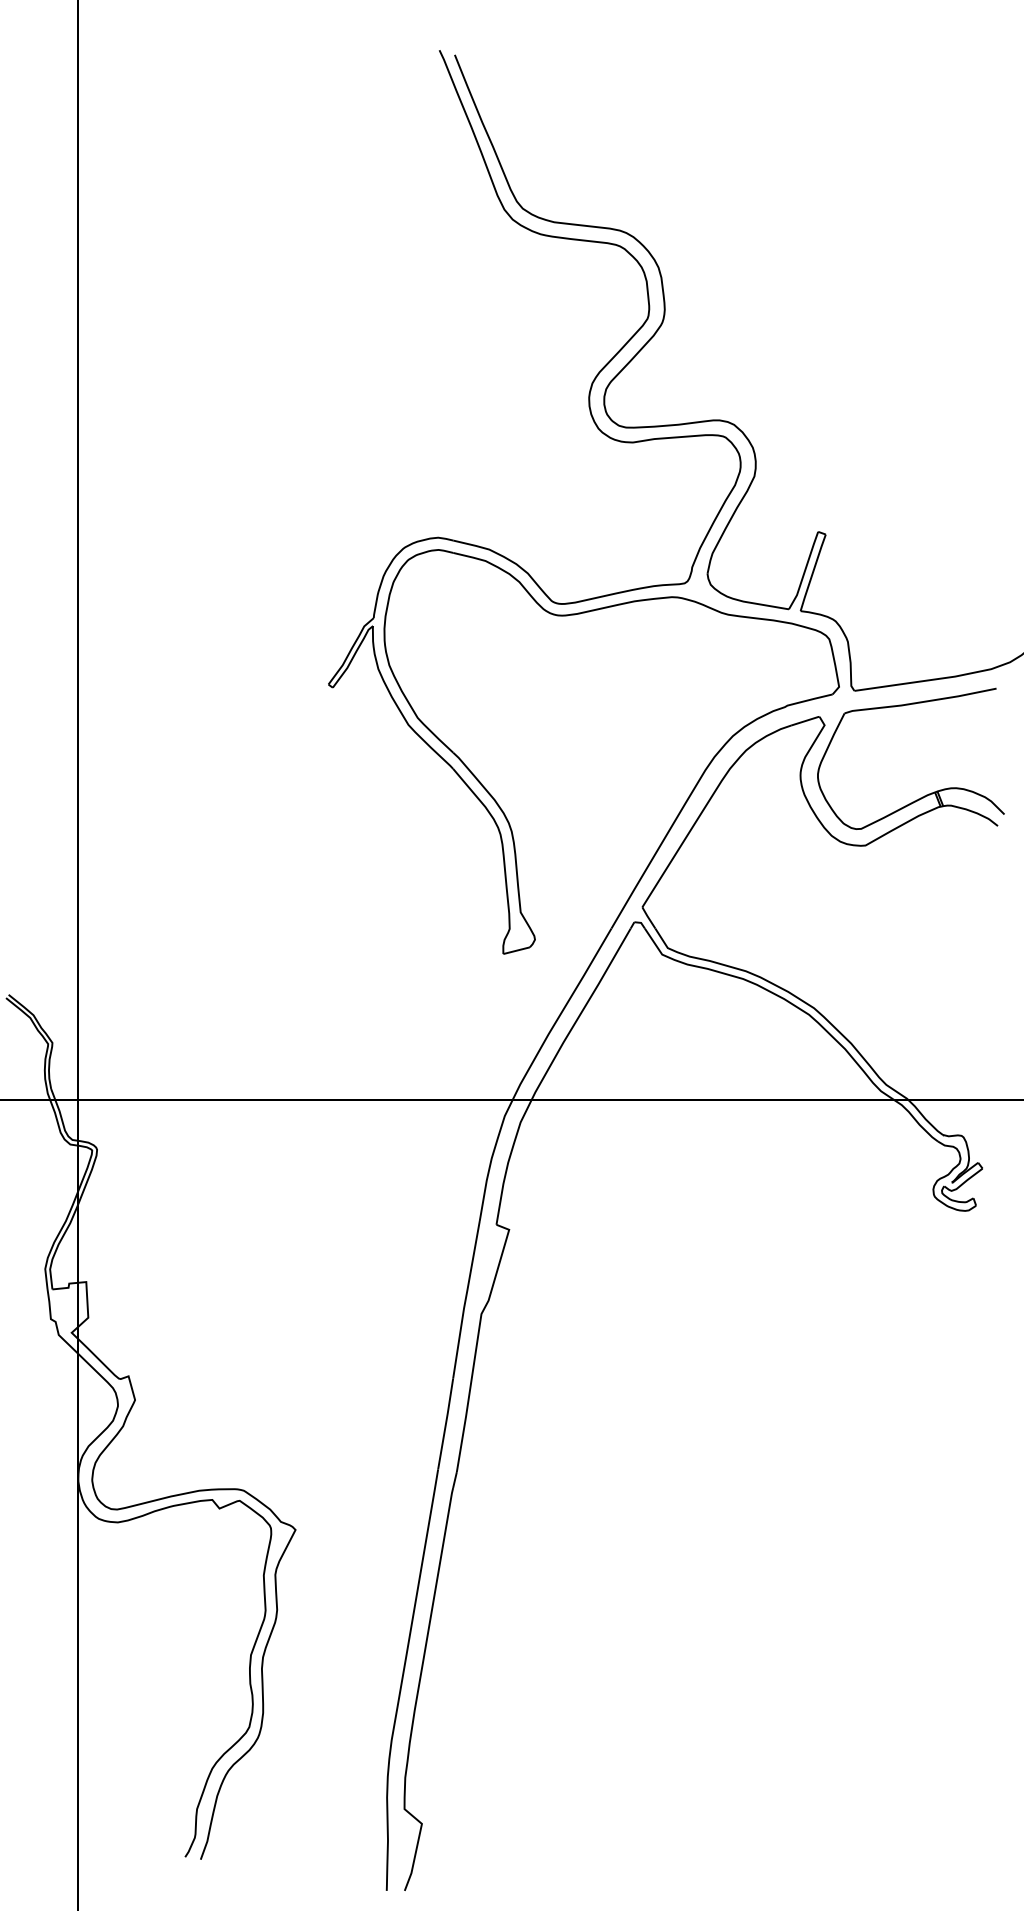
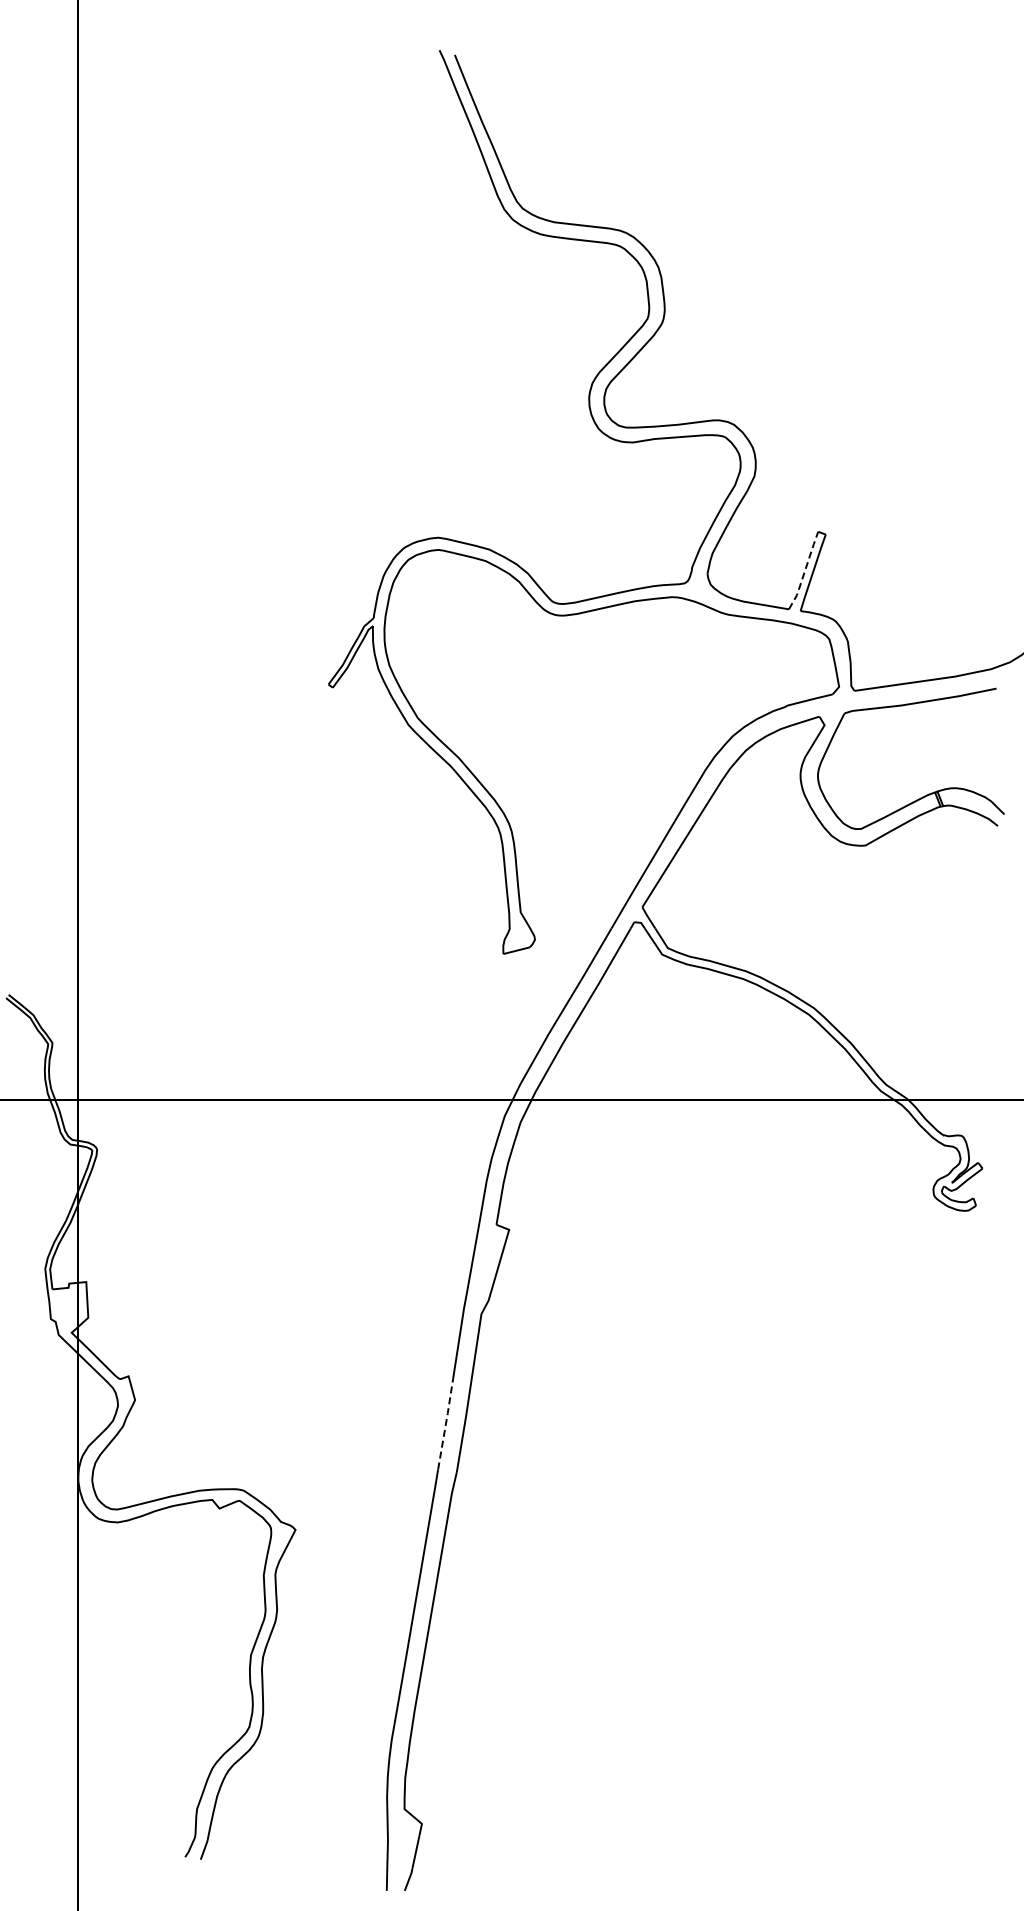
line at (805, 570): solid -> dashed
line at (446, 1423): solid -> dashed
